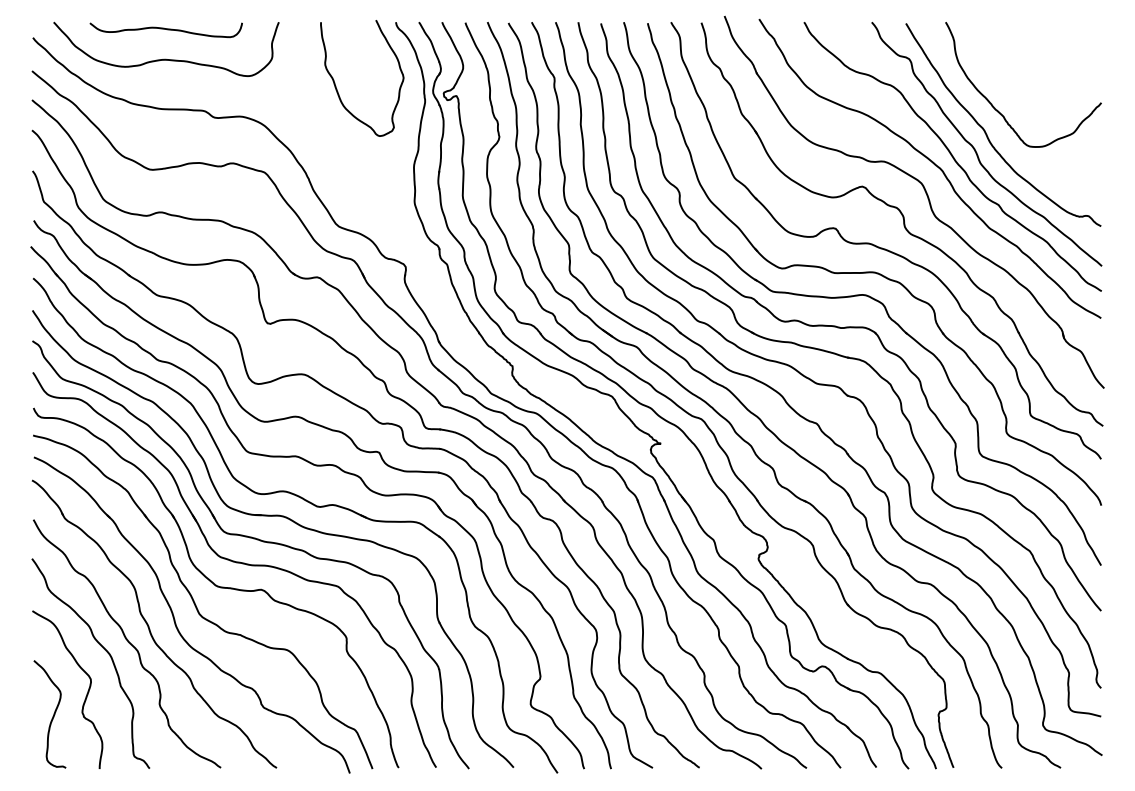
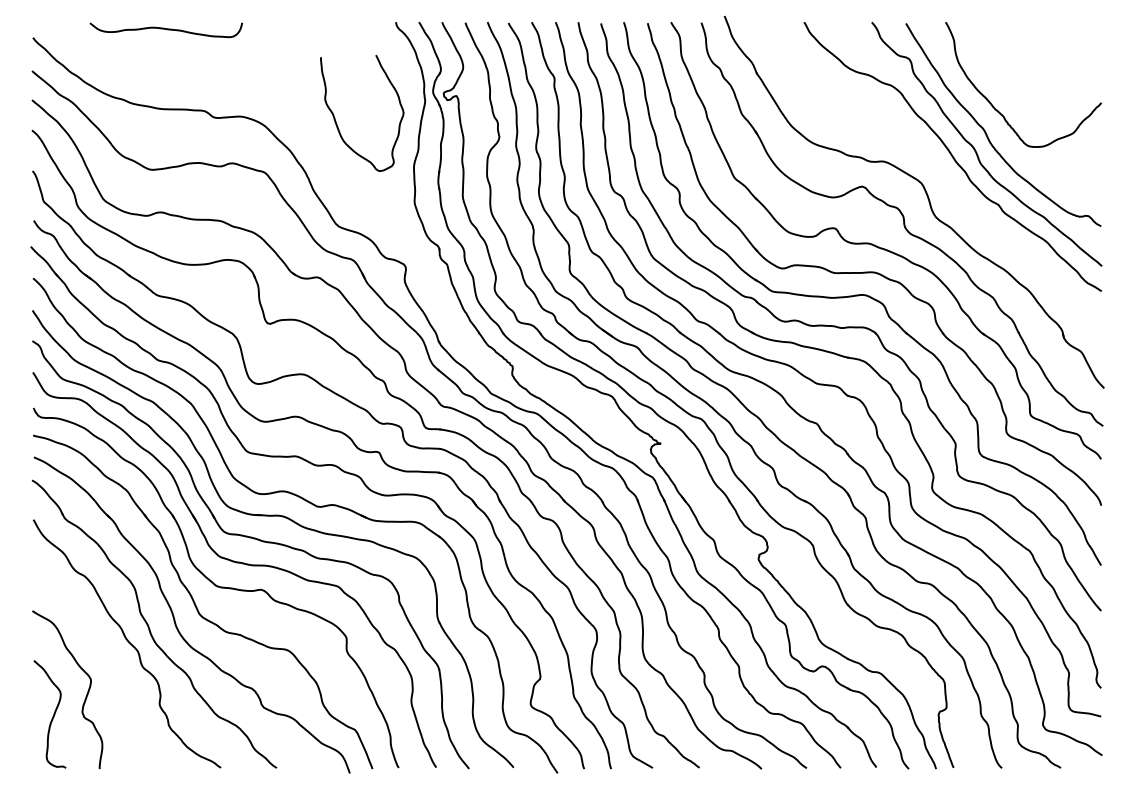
curve at (165, 58): present -> none
curve at (336, 86) position: (336, 86) -> (336, 121)
curve at (933, 164): present -> none
curve at (105, 651): present -> none
